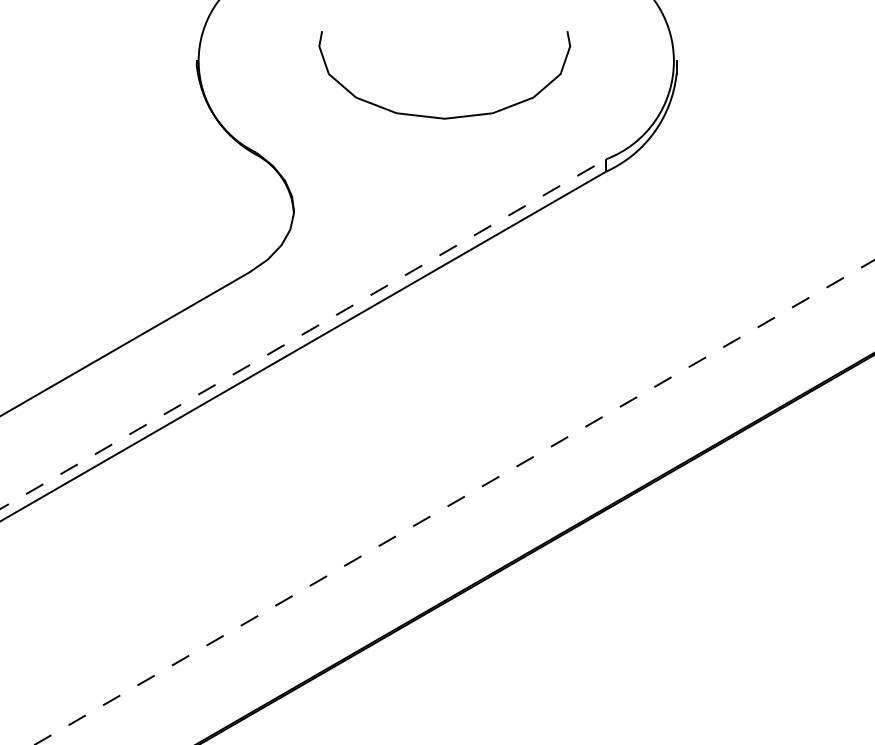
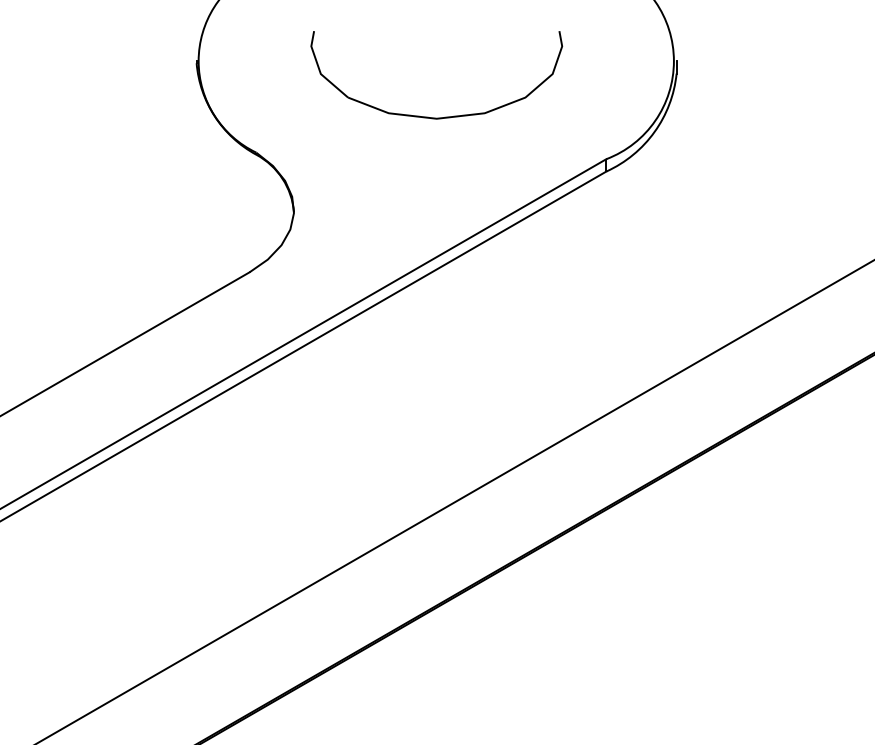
part at (436, 116) position: (436, 116) -> (428, 116)
line at (303, 334): dashed -> solid
line at (454, 502): dashed -> solid
